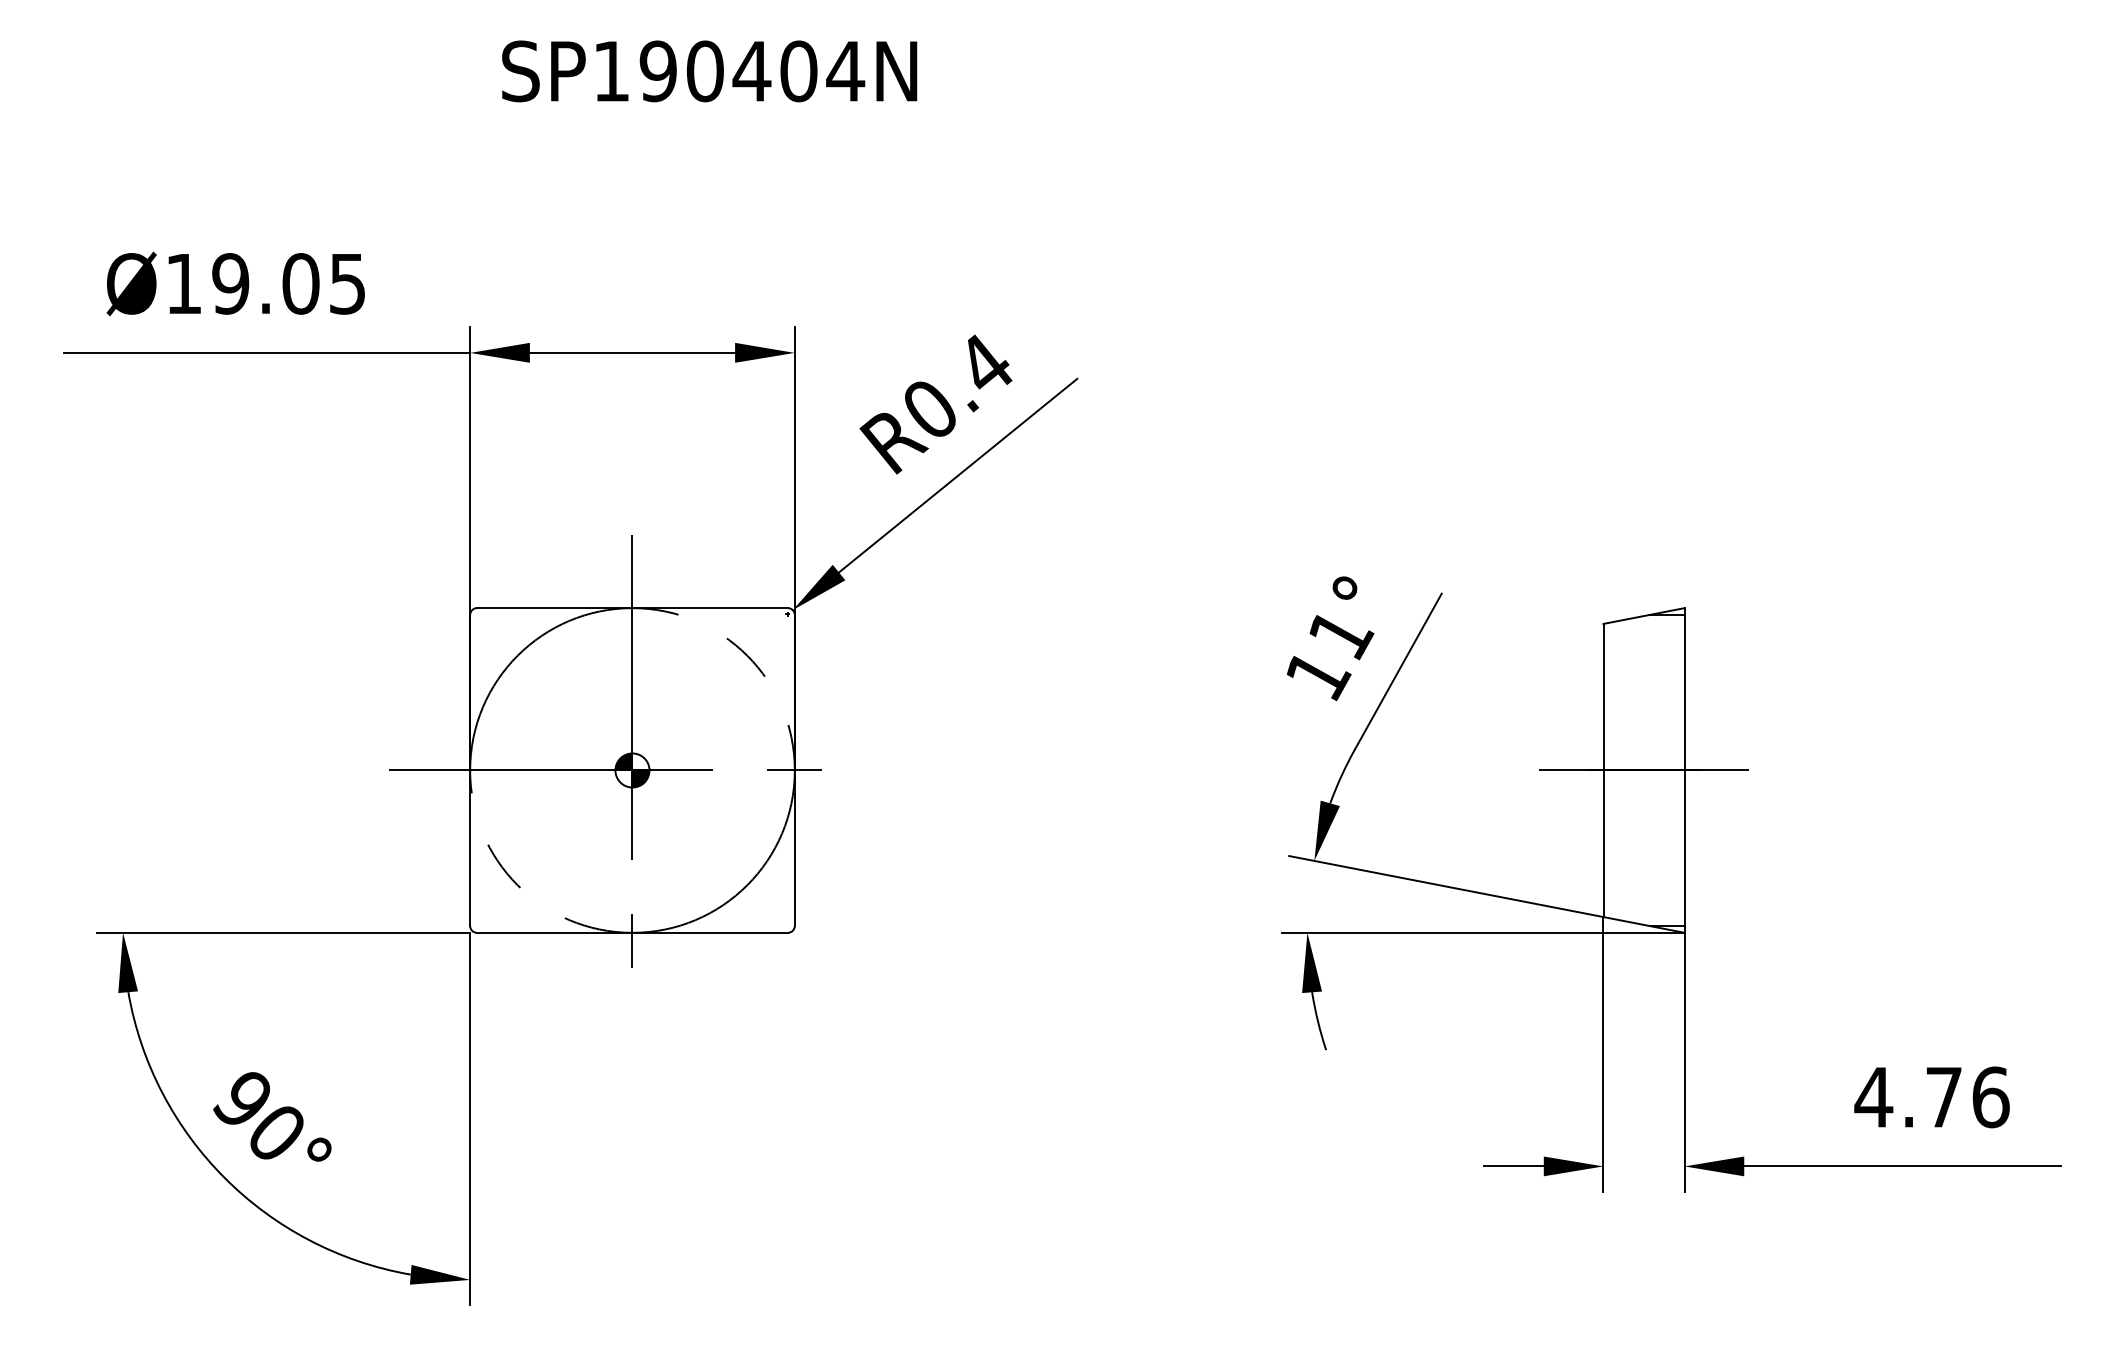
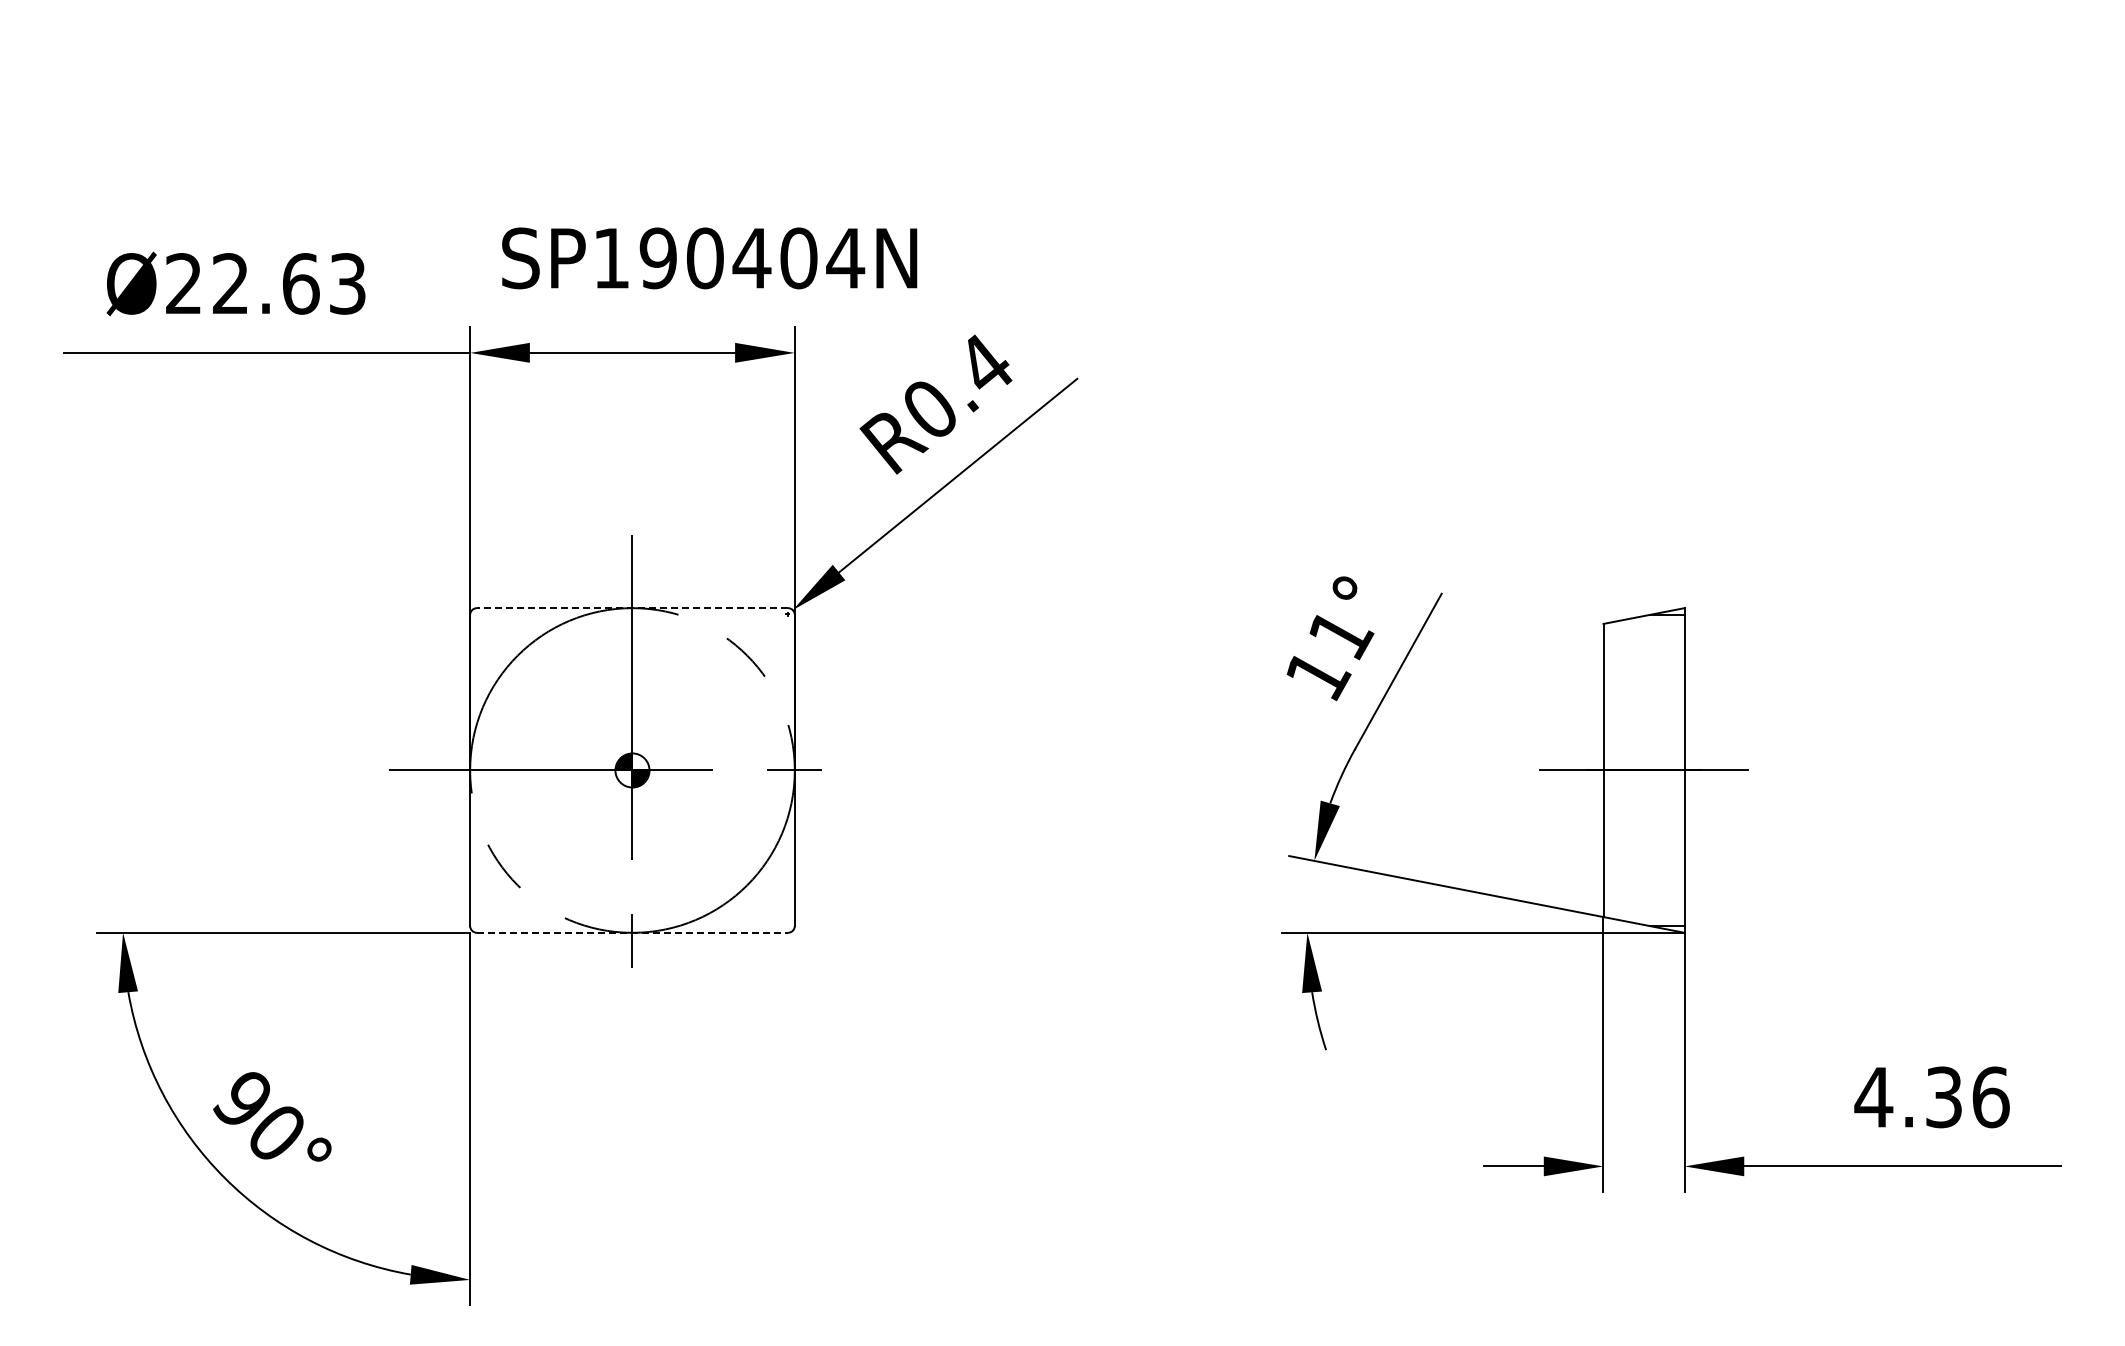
text at (709, 71) position: (709, 71) -> (709, 258)
text at (265, 283): Ø19.05 -> Ø22.63
line at (632, 608): solid -> dashed
line at (632, 932): solid -> dashed
text at (1943, 1097): 4.76 -> 4.36
